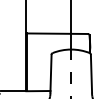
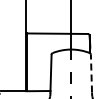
line at (91, 73): solid -> dashed
